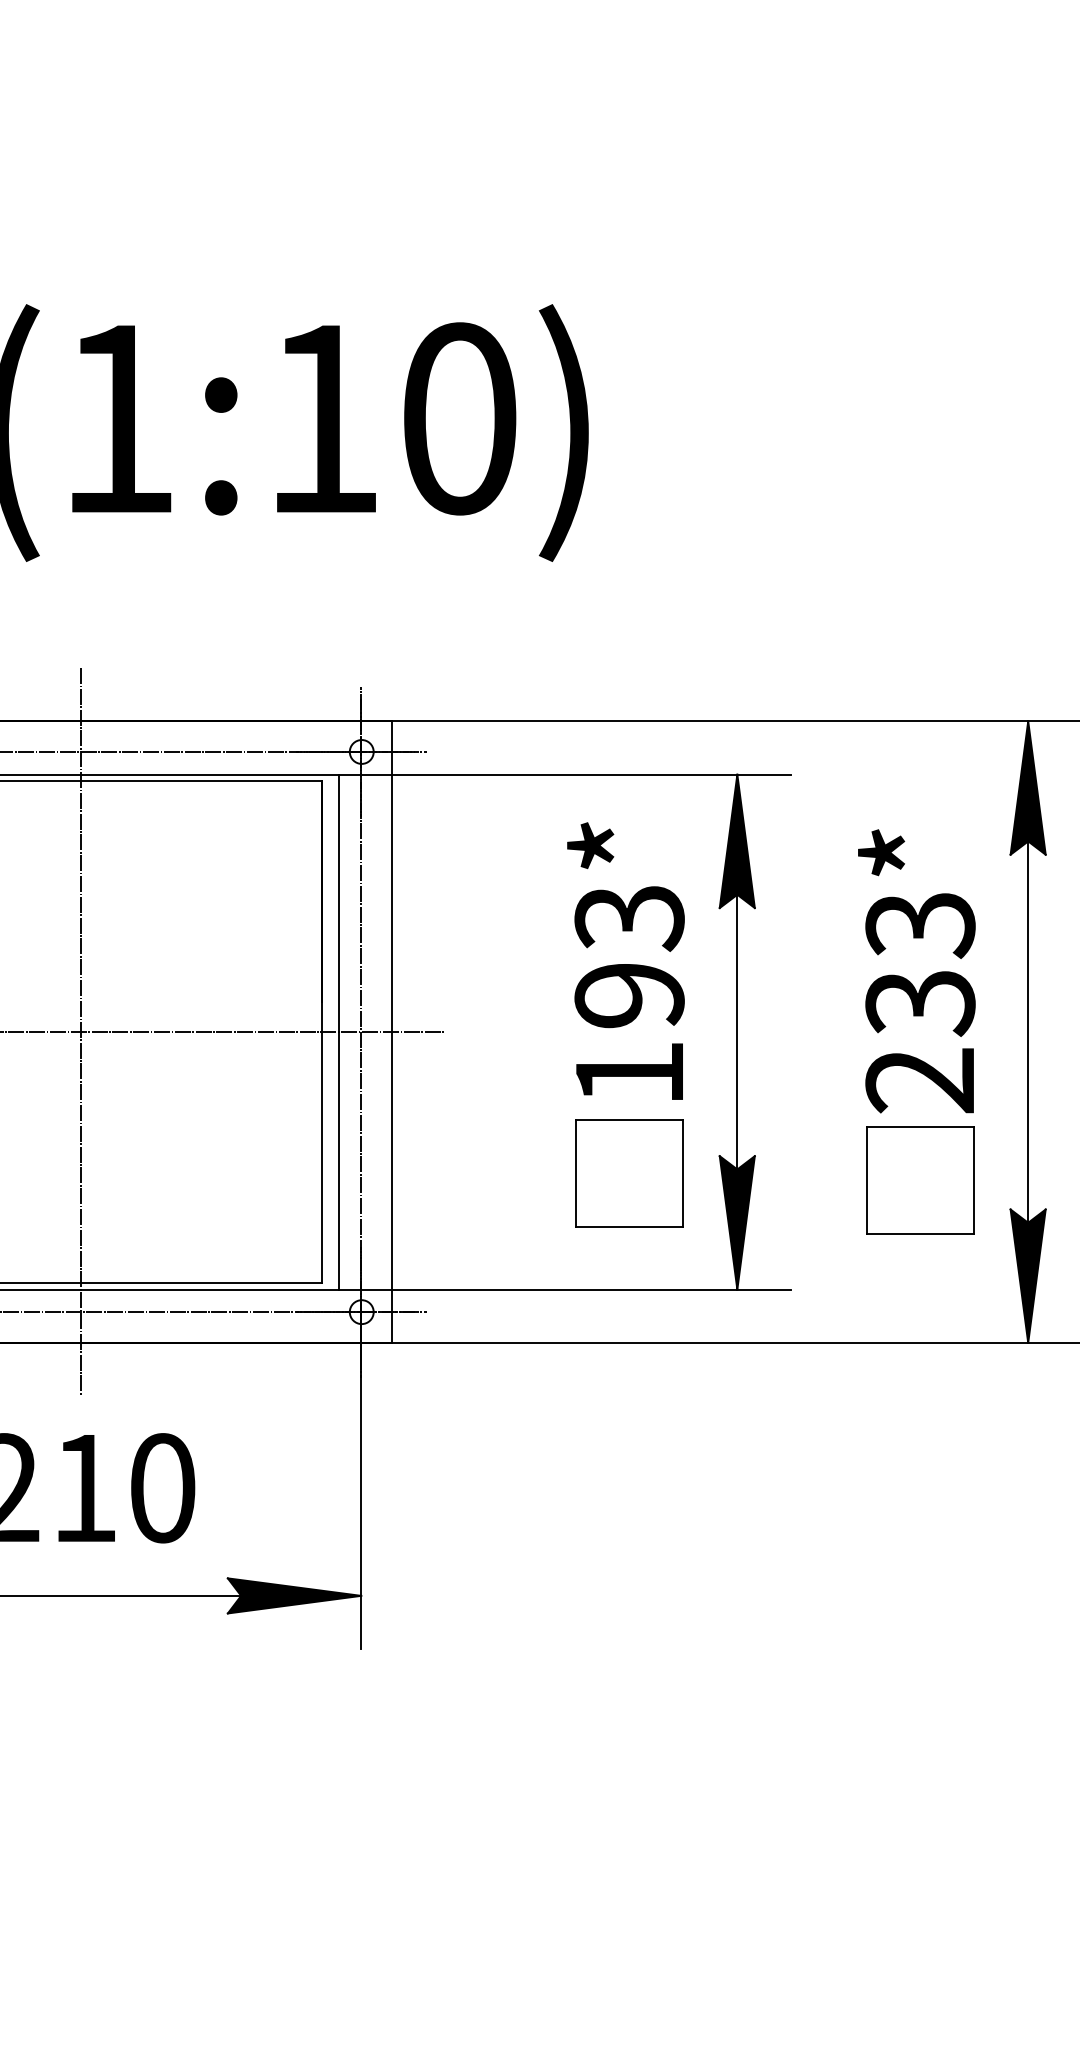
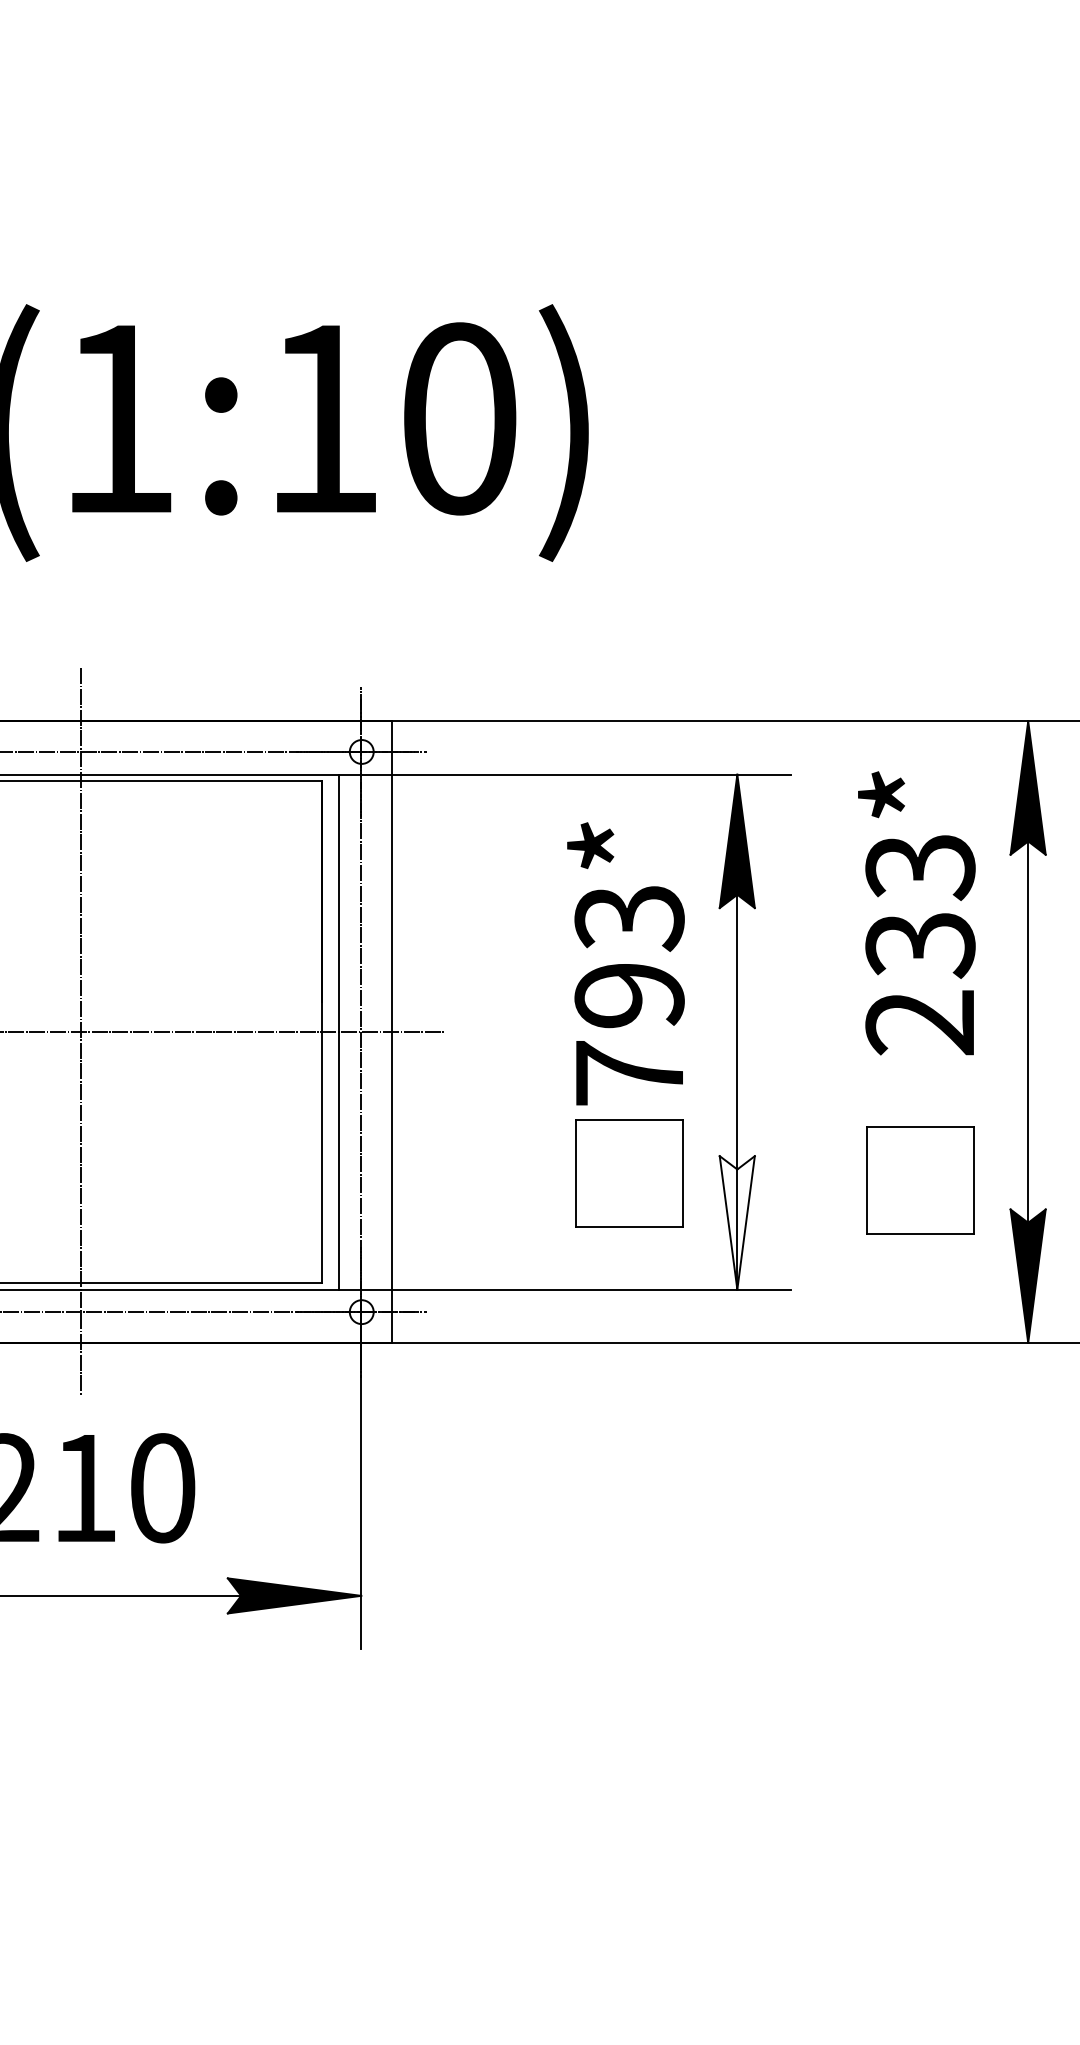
text at (916, 971) position: (916, 971) -> (916, 913)
text at (629, 1073): 193* -> 793*
fill at (736, 1222): present -> none
